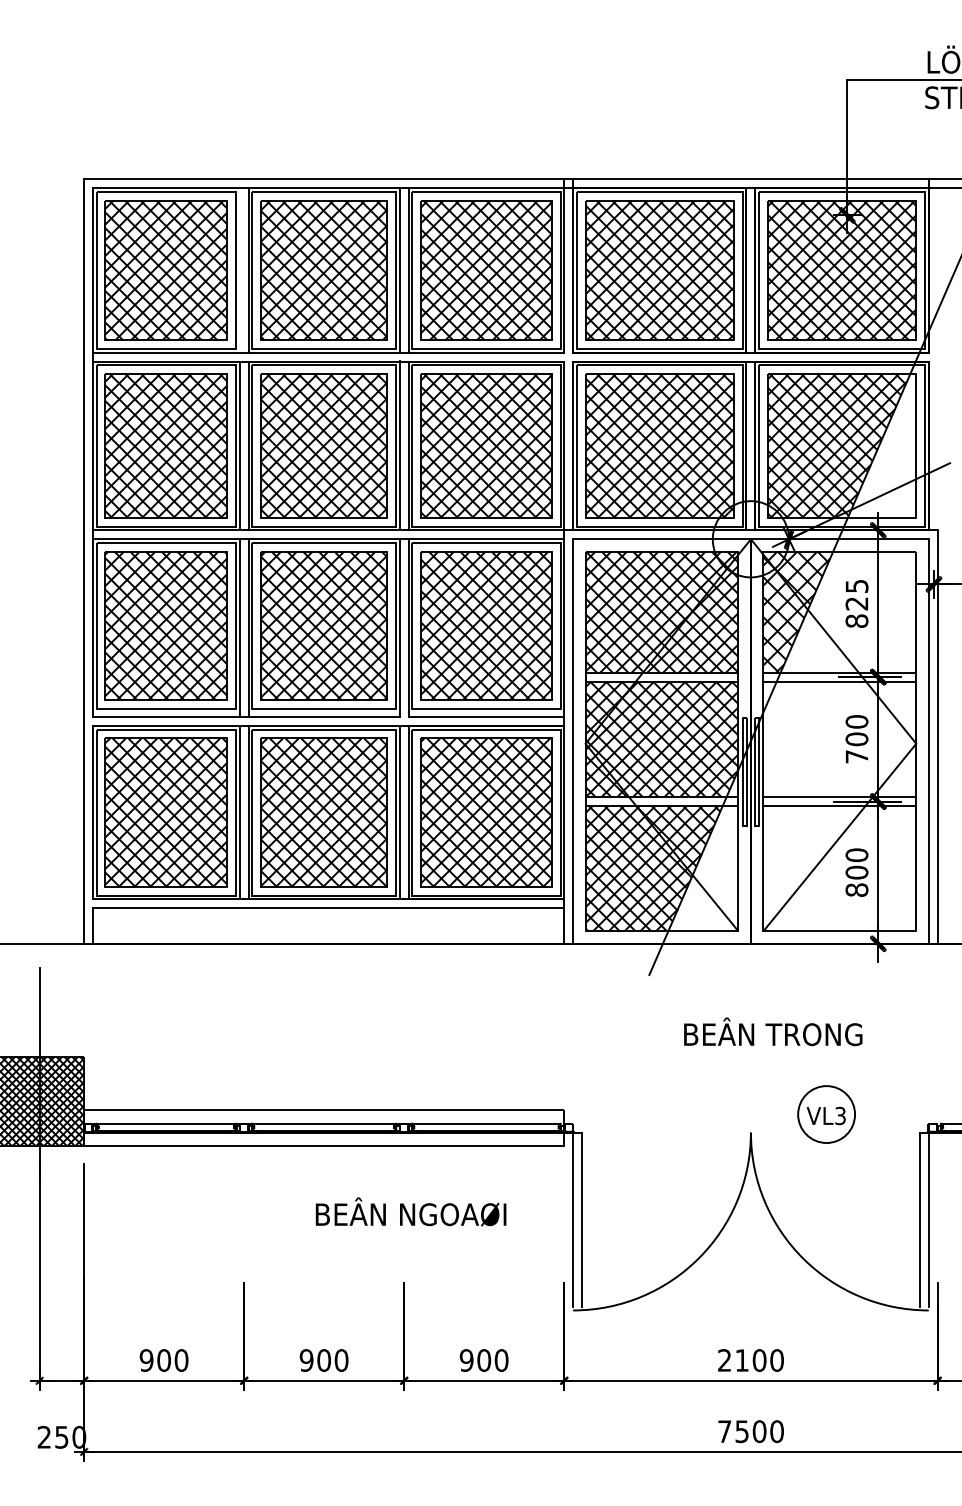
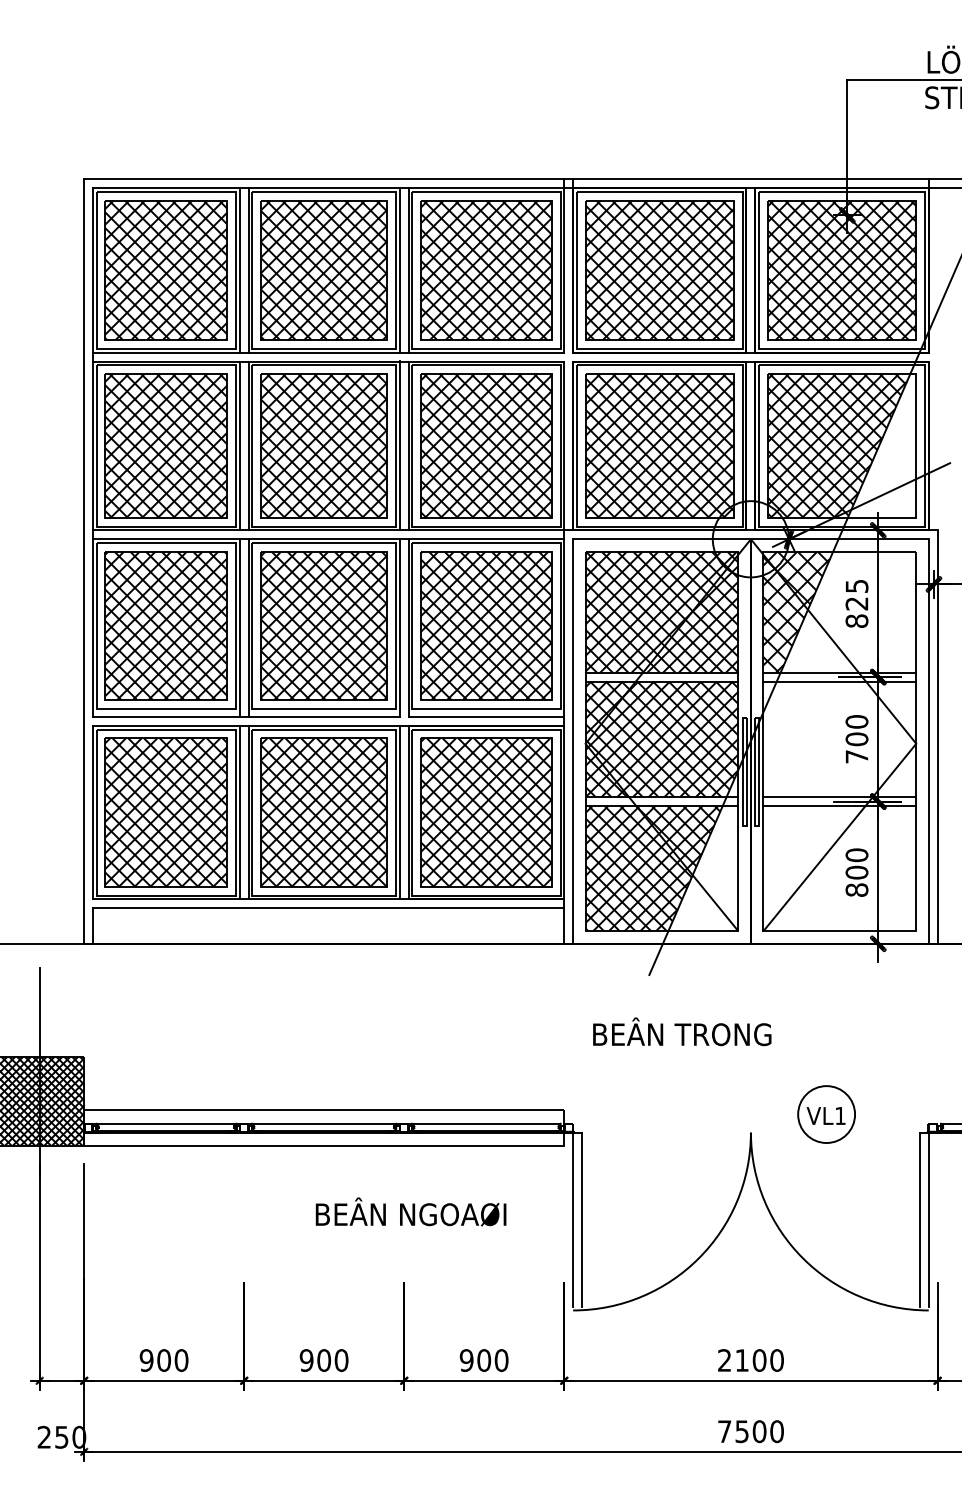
line at (239, 270): none -> present
text at (773, 1031) position: (773, 1031) -> (682, 1031)
text at (840, 1115): VL3 -> VL1
